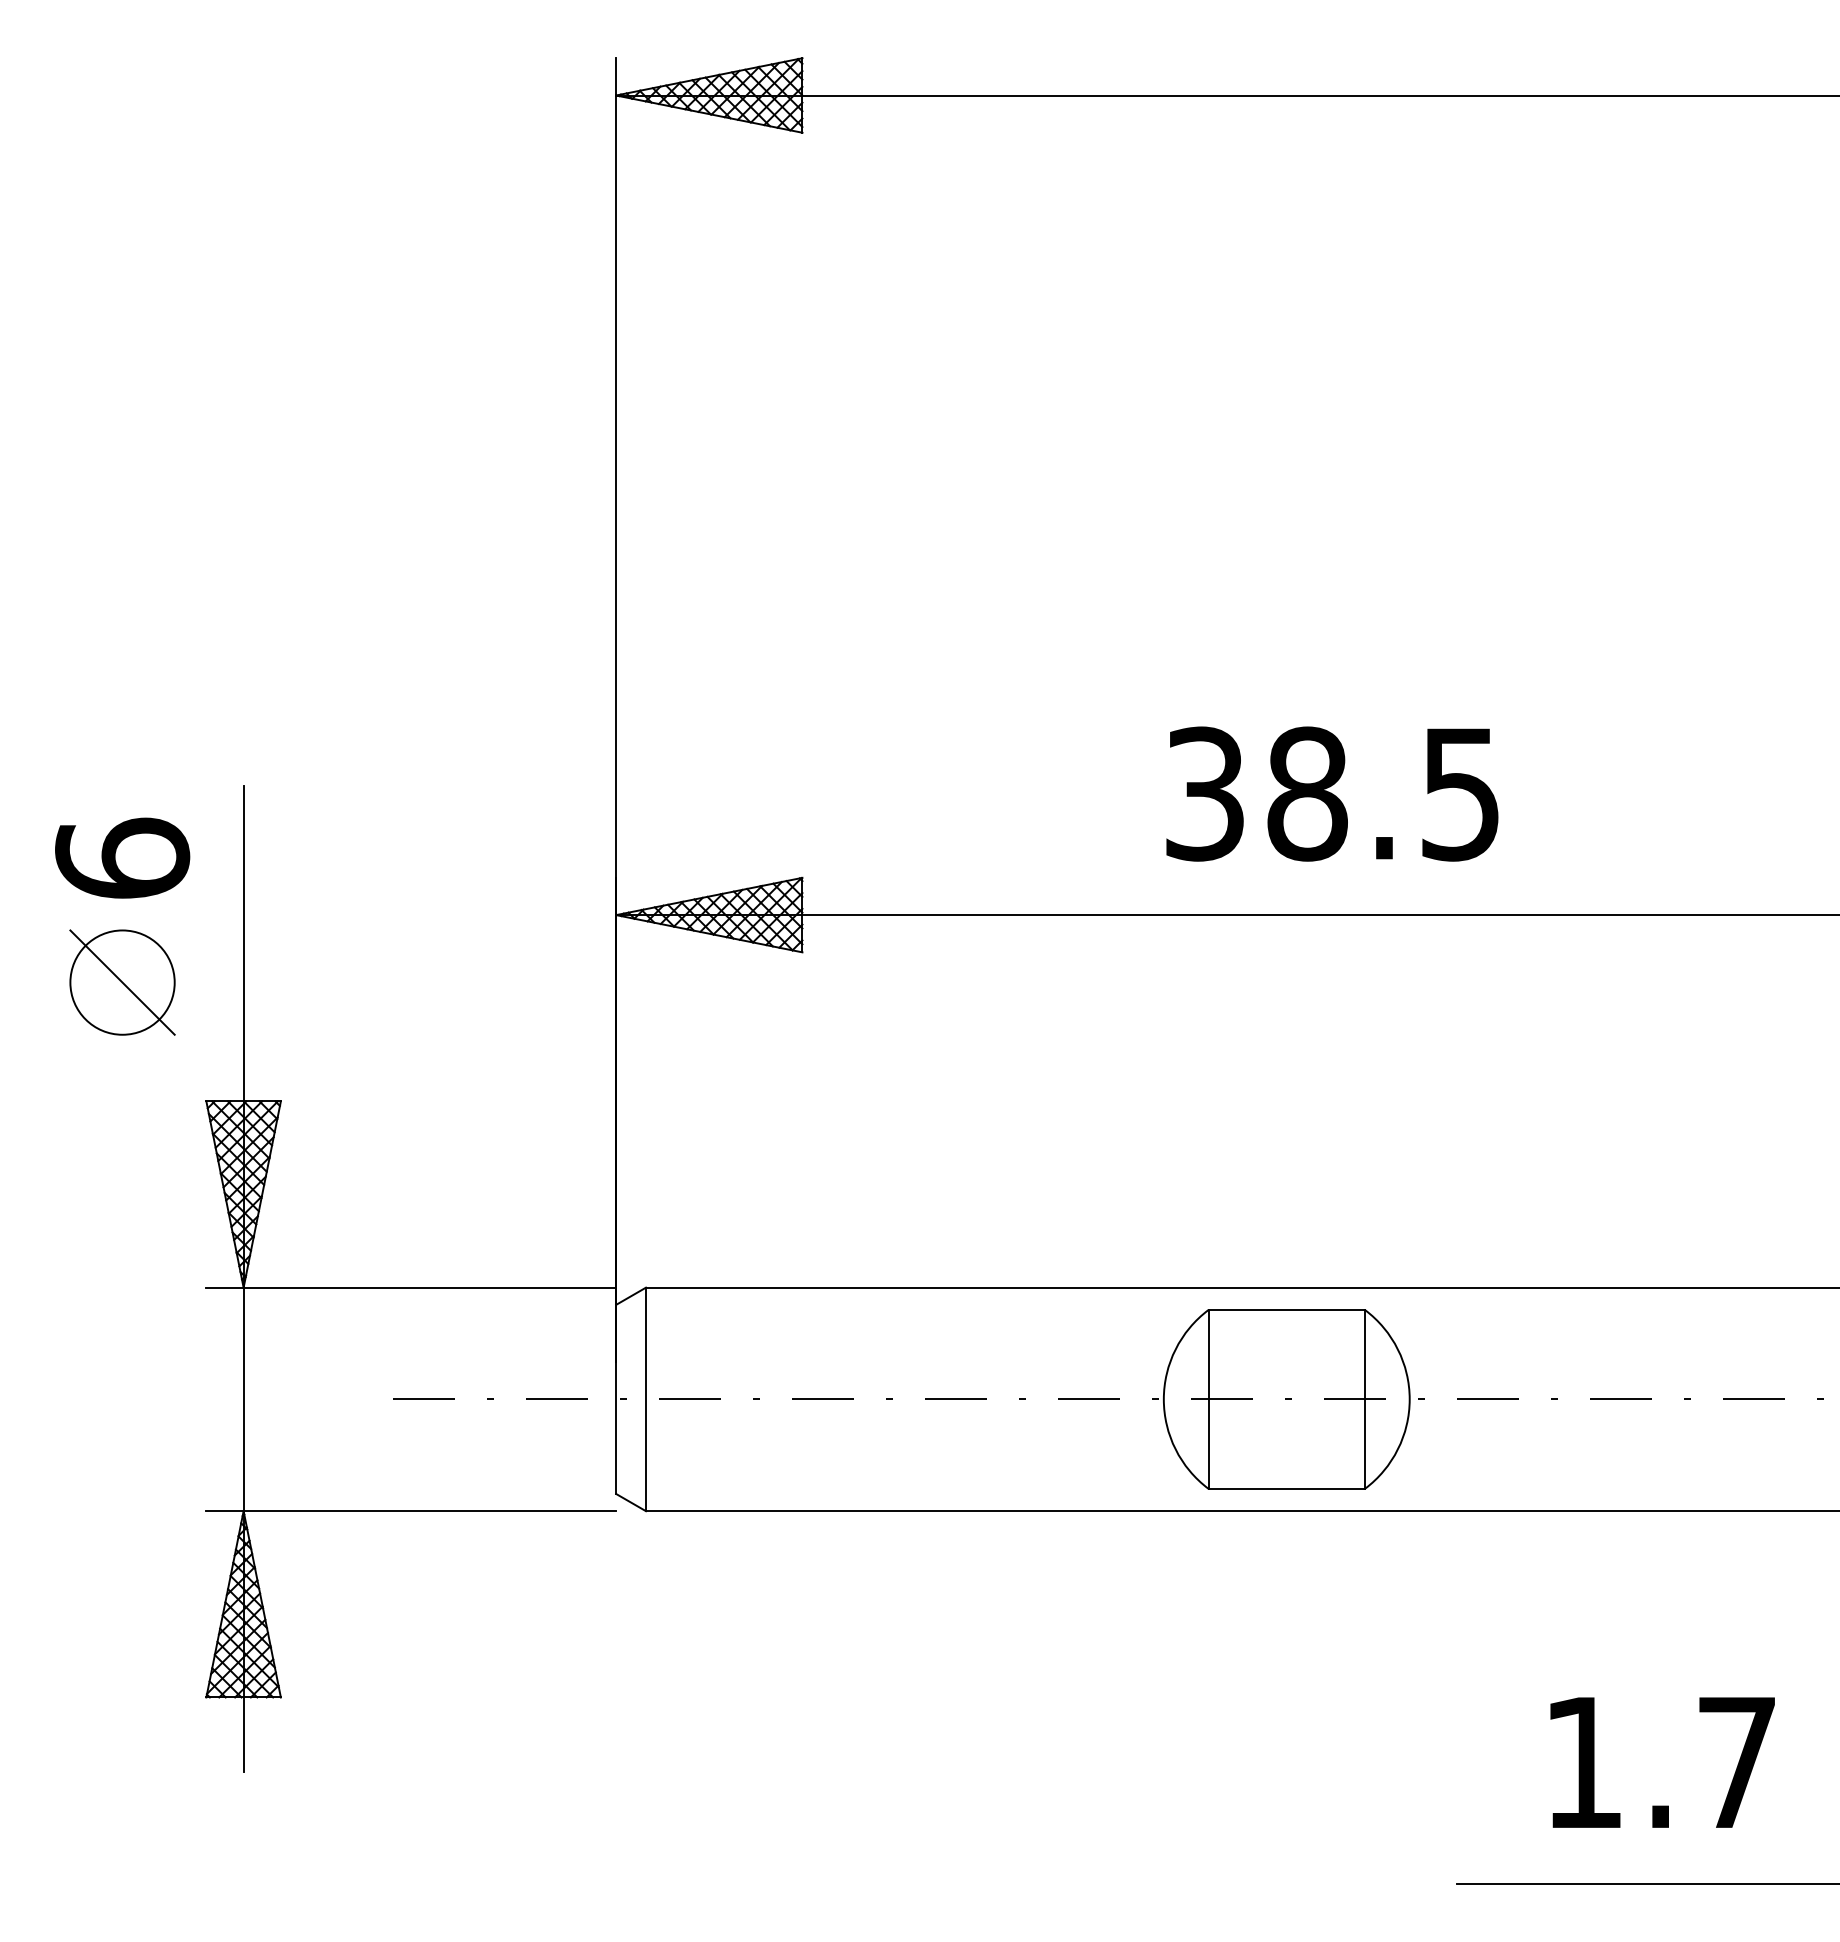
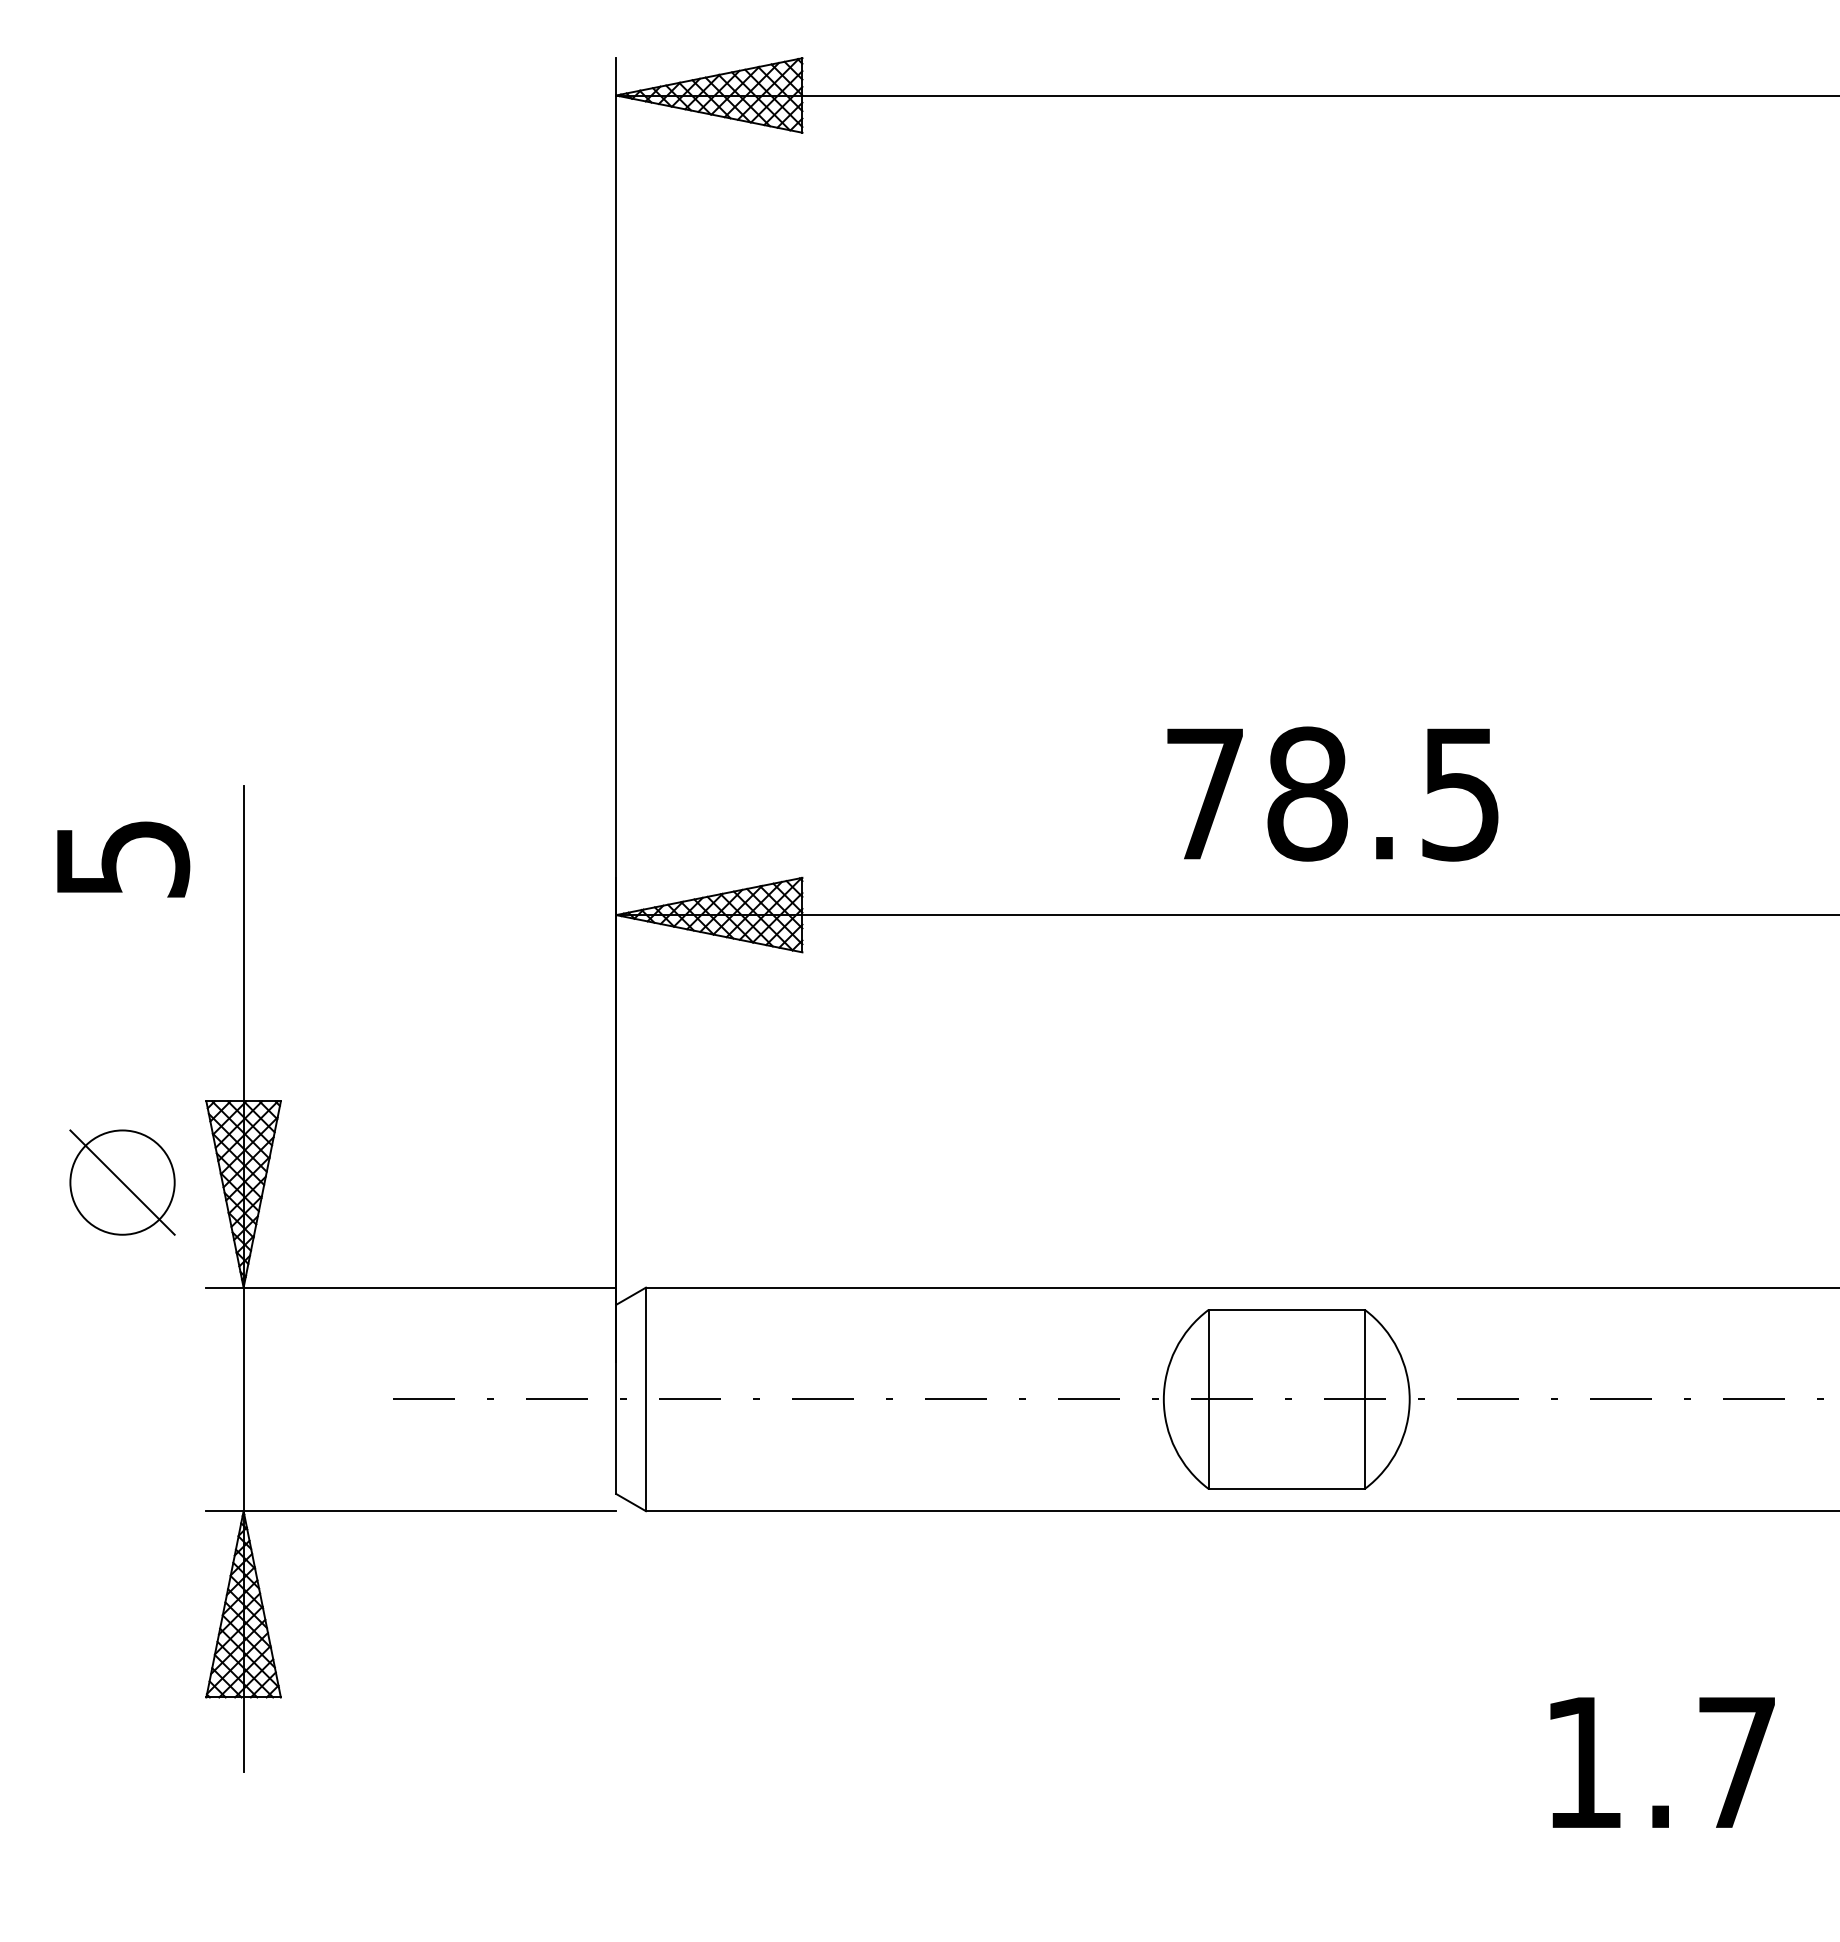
text at (1204, 793): 38.5 -> 78.5
text at (122, 857): 6 -> 5
part at (122, 982) position: (122, 982) -> (122, 1182)
line at (1646, 1883): present -> none
